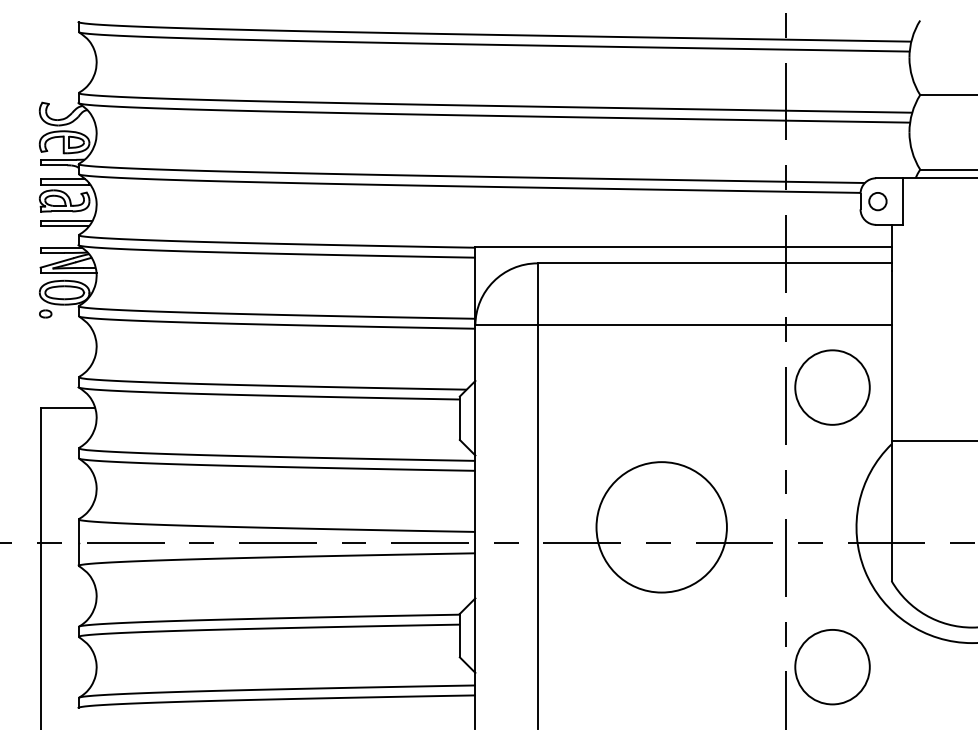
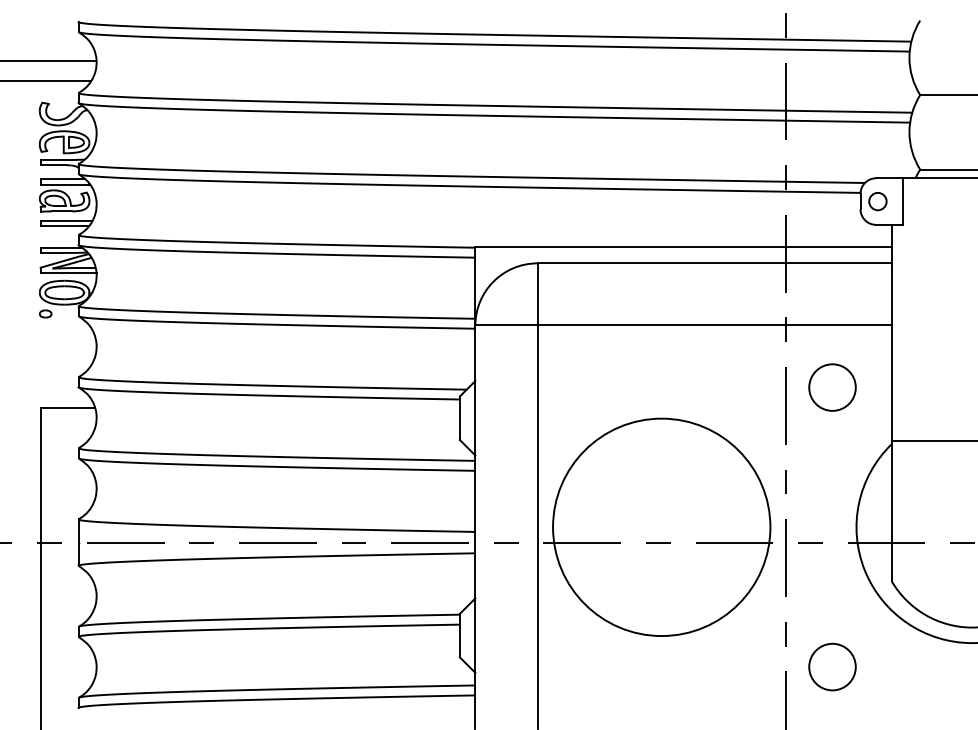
line at (49, 60): none -> present
line at (46, 80): none -> present
circle at (832, 387) diameter: 75 px -> 47 px
circle at (661, 527) diameter: 130 px -> 217 px
circle at (832, 667) size: 77x77 px -> 49x50 px
